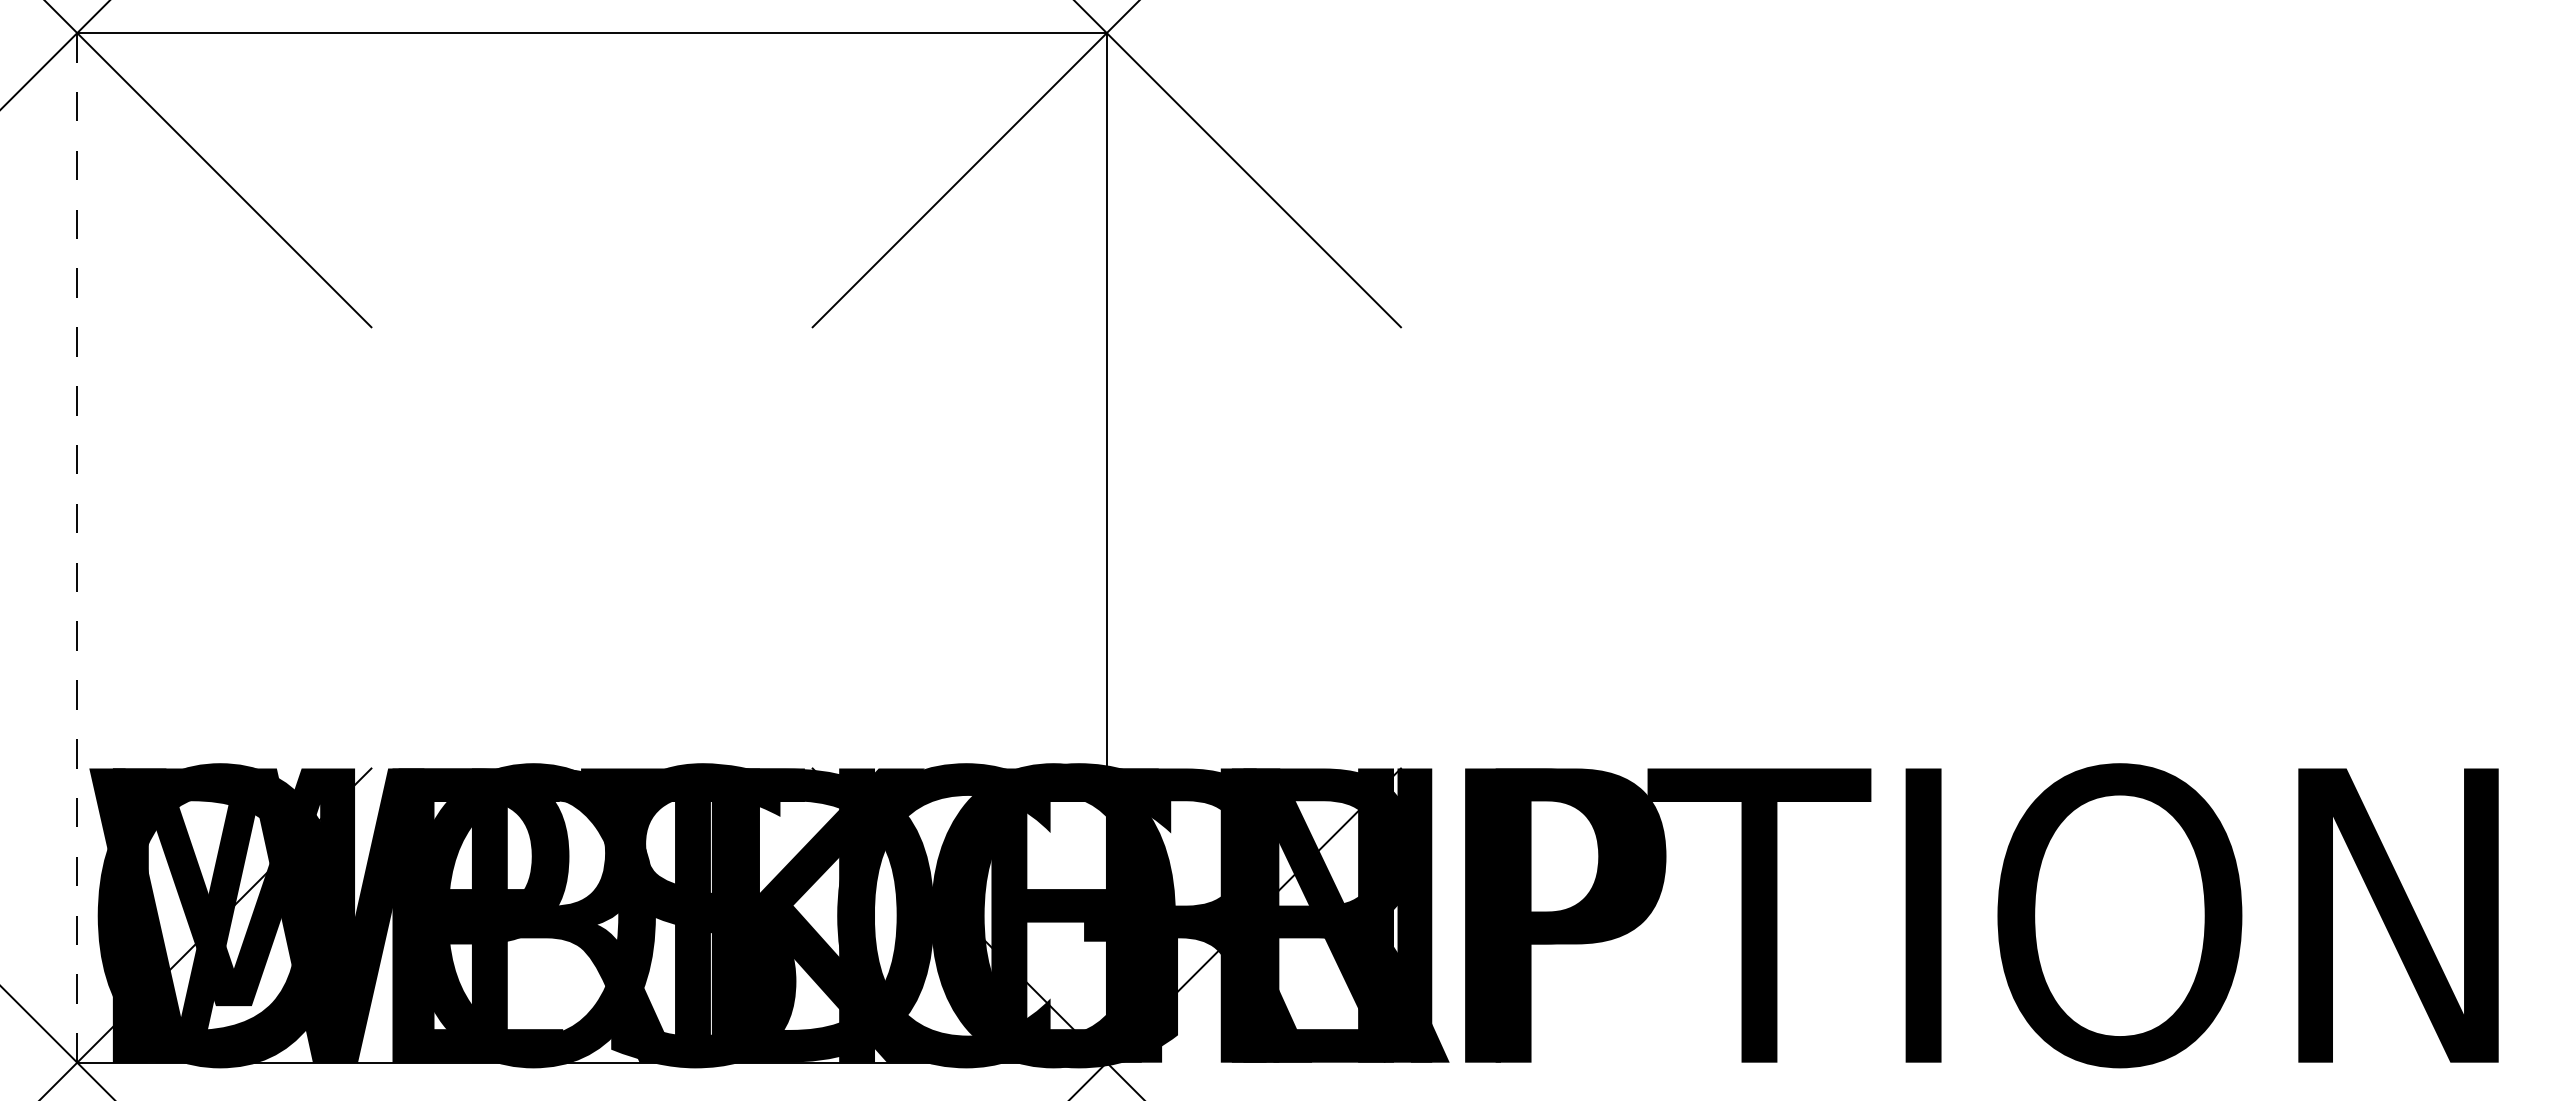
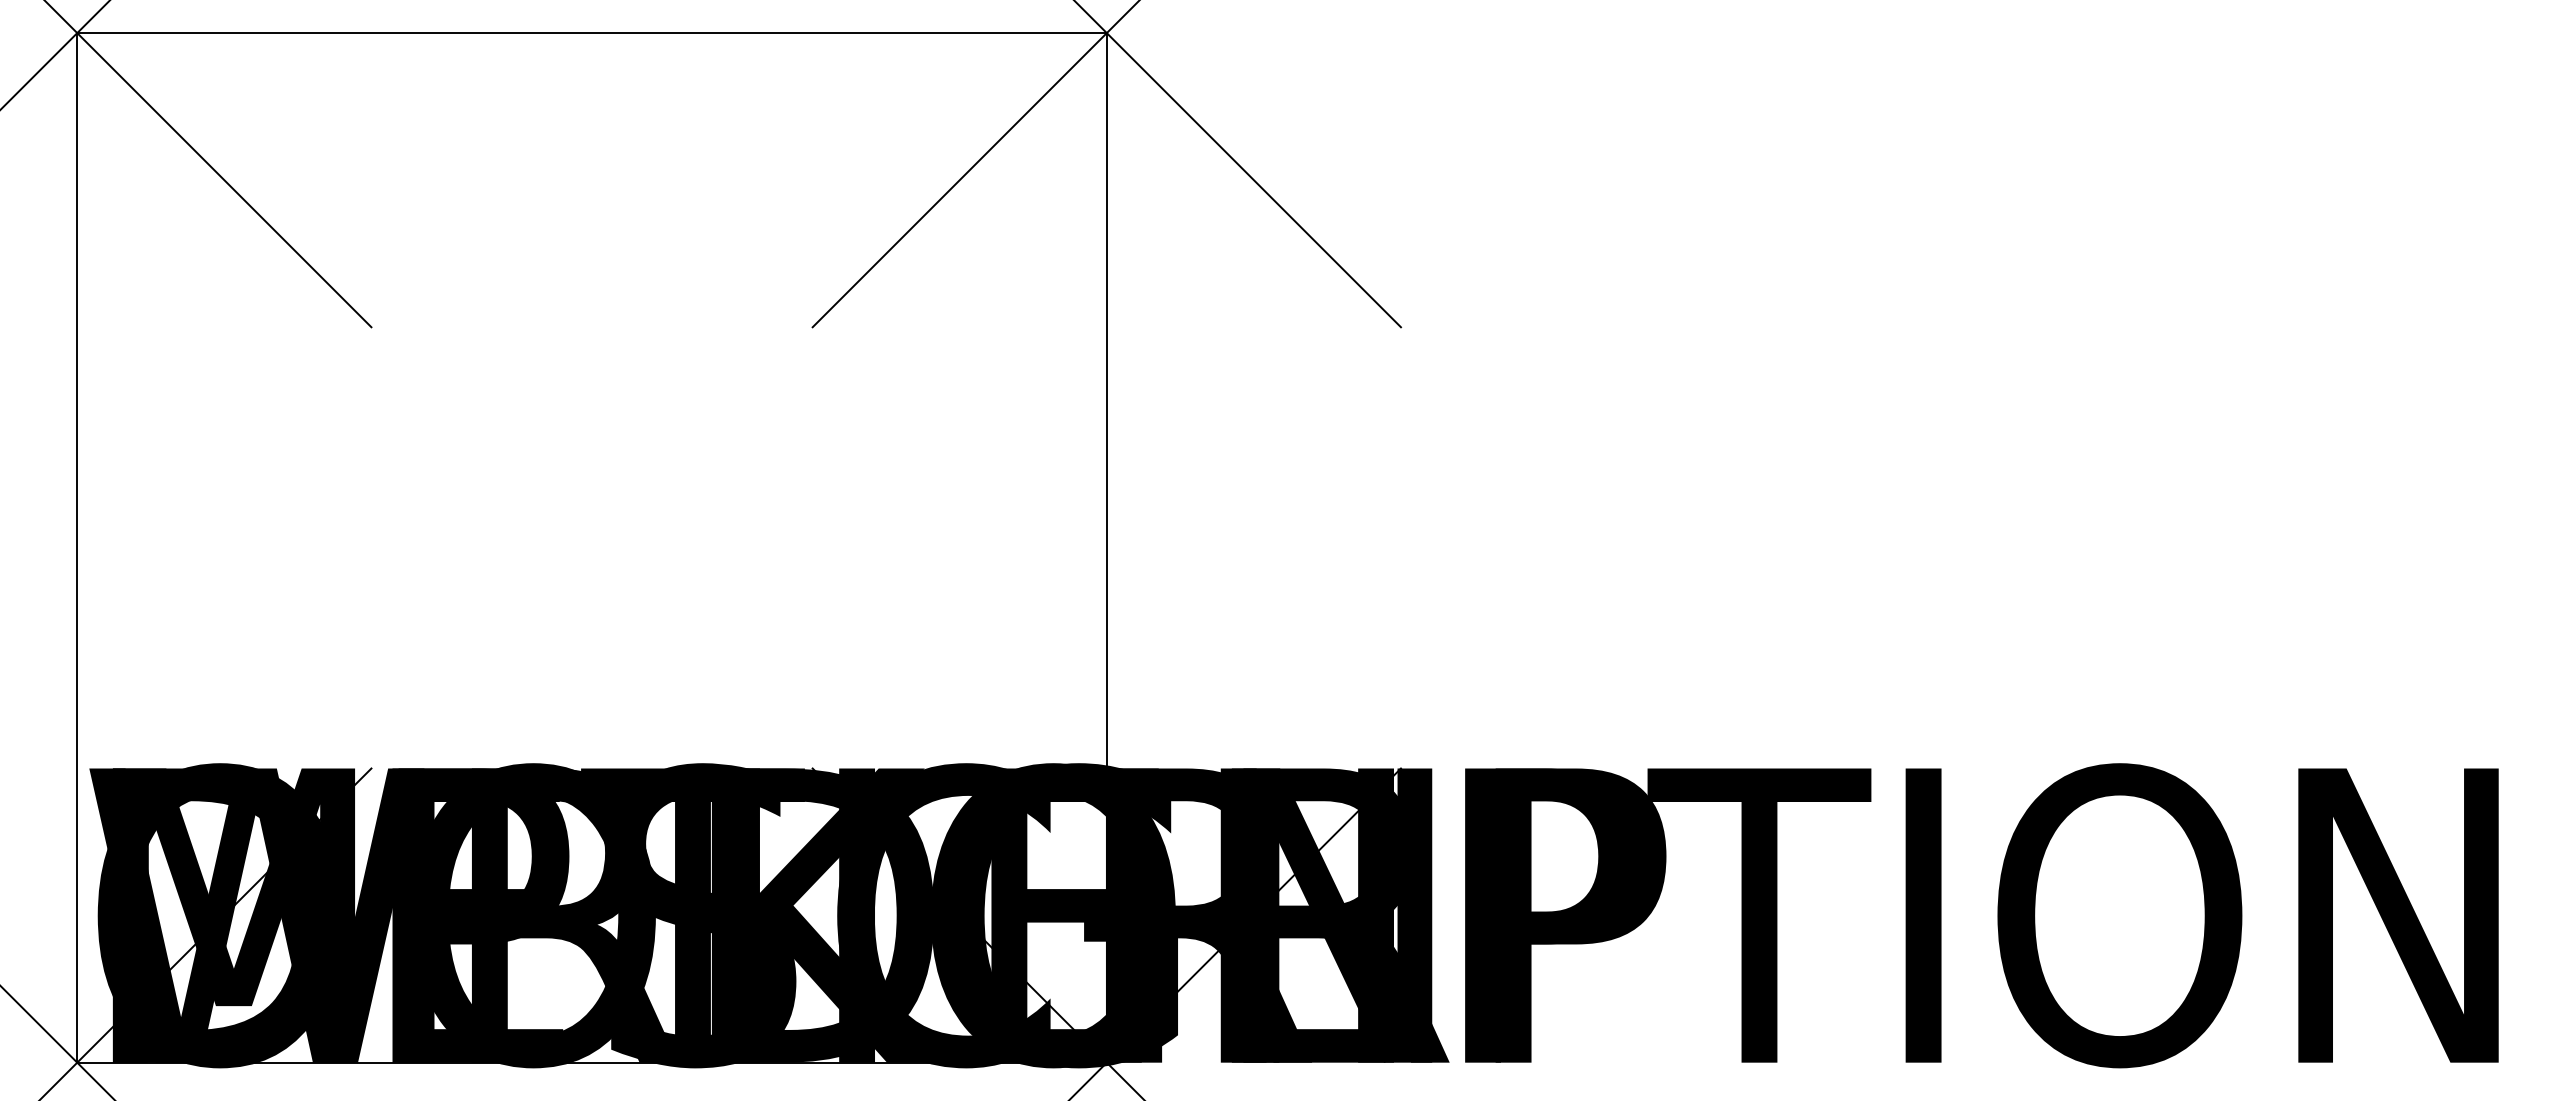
line at (77, 547): dashed -> solid
